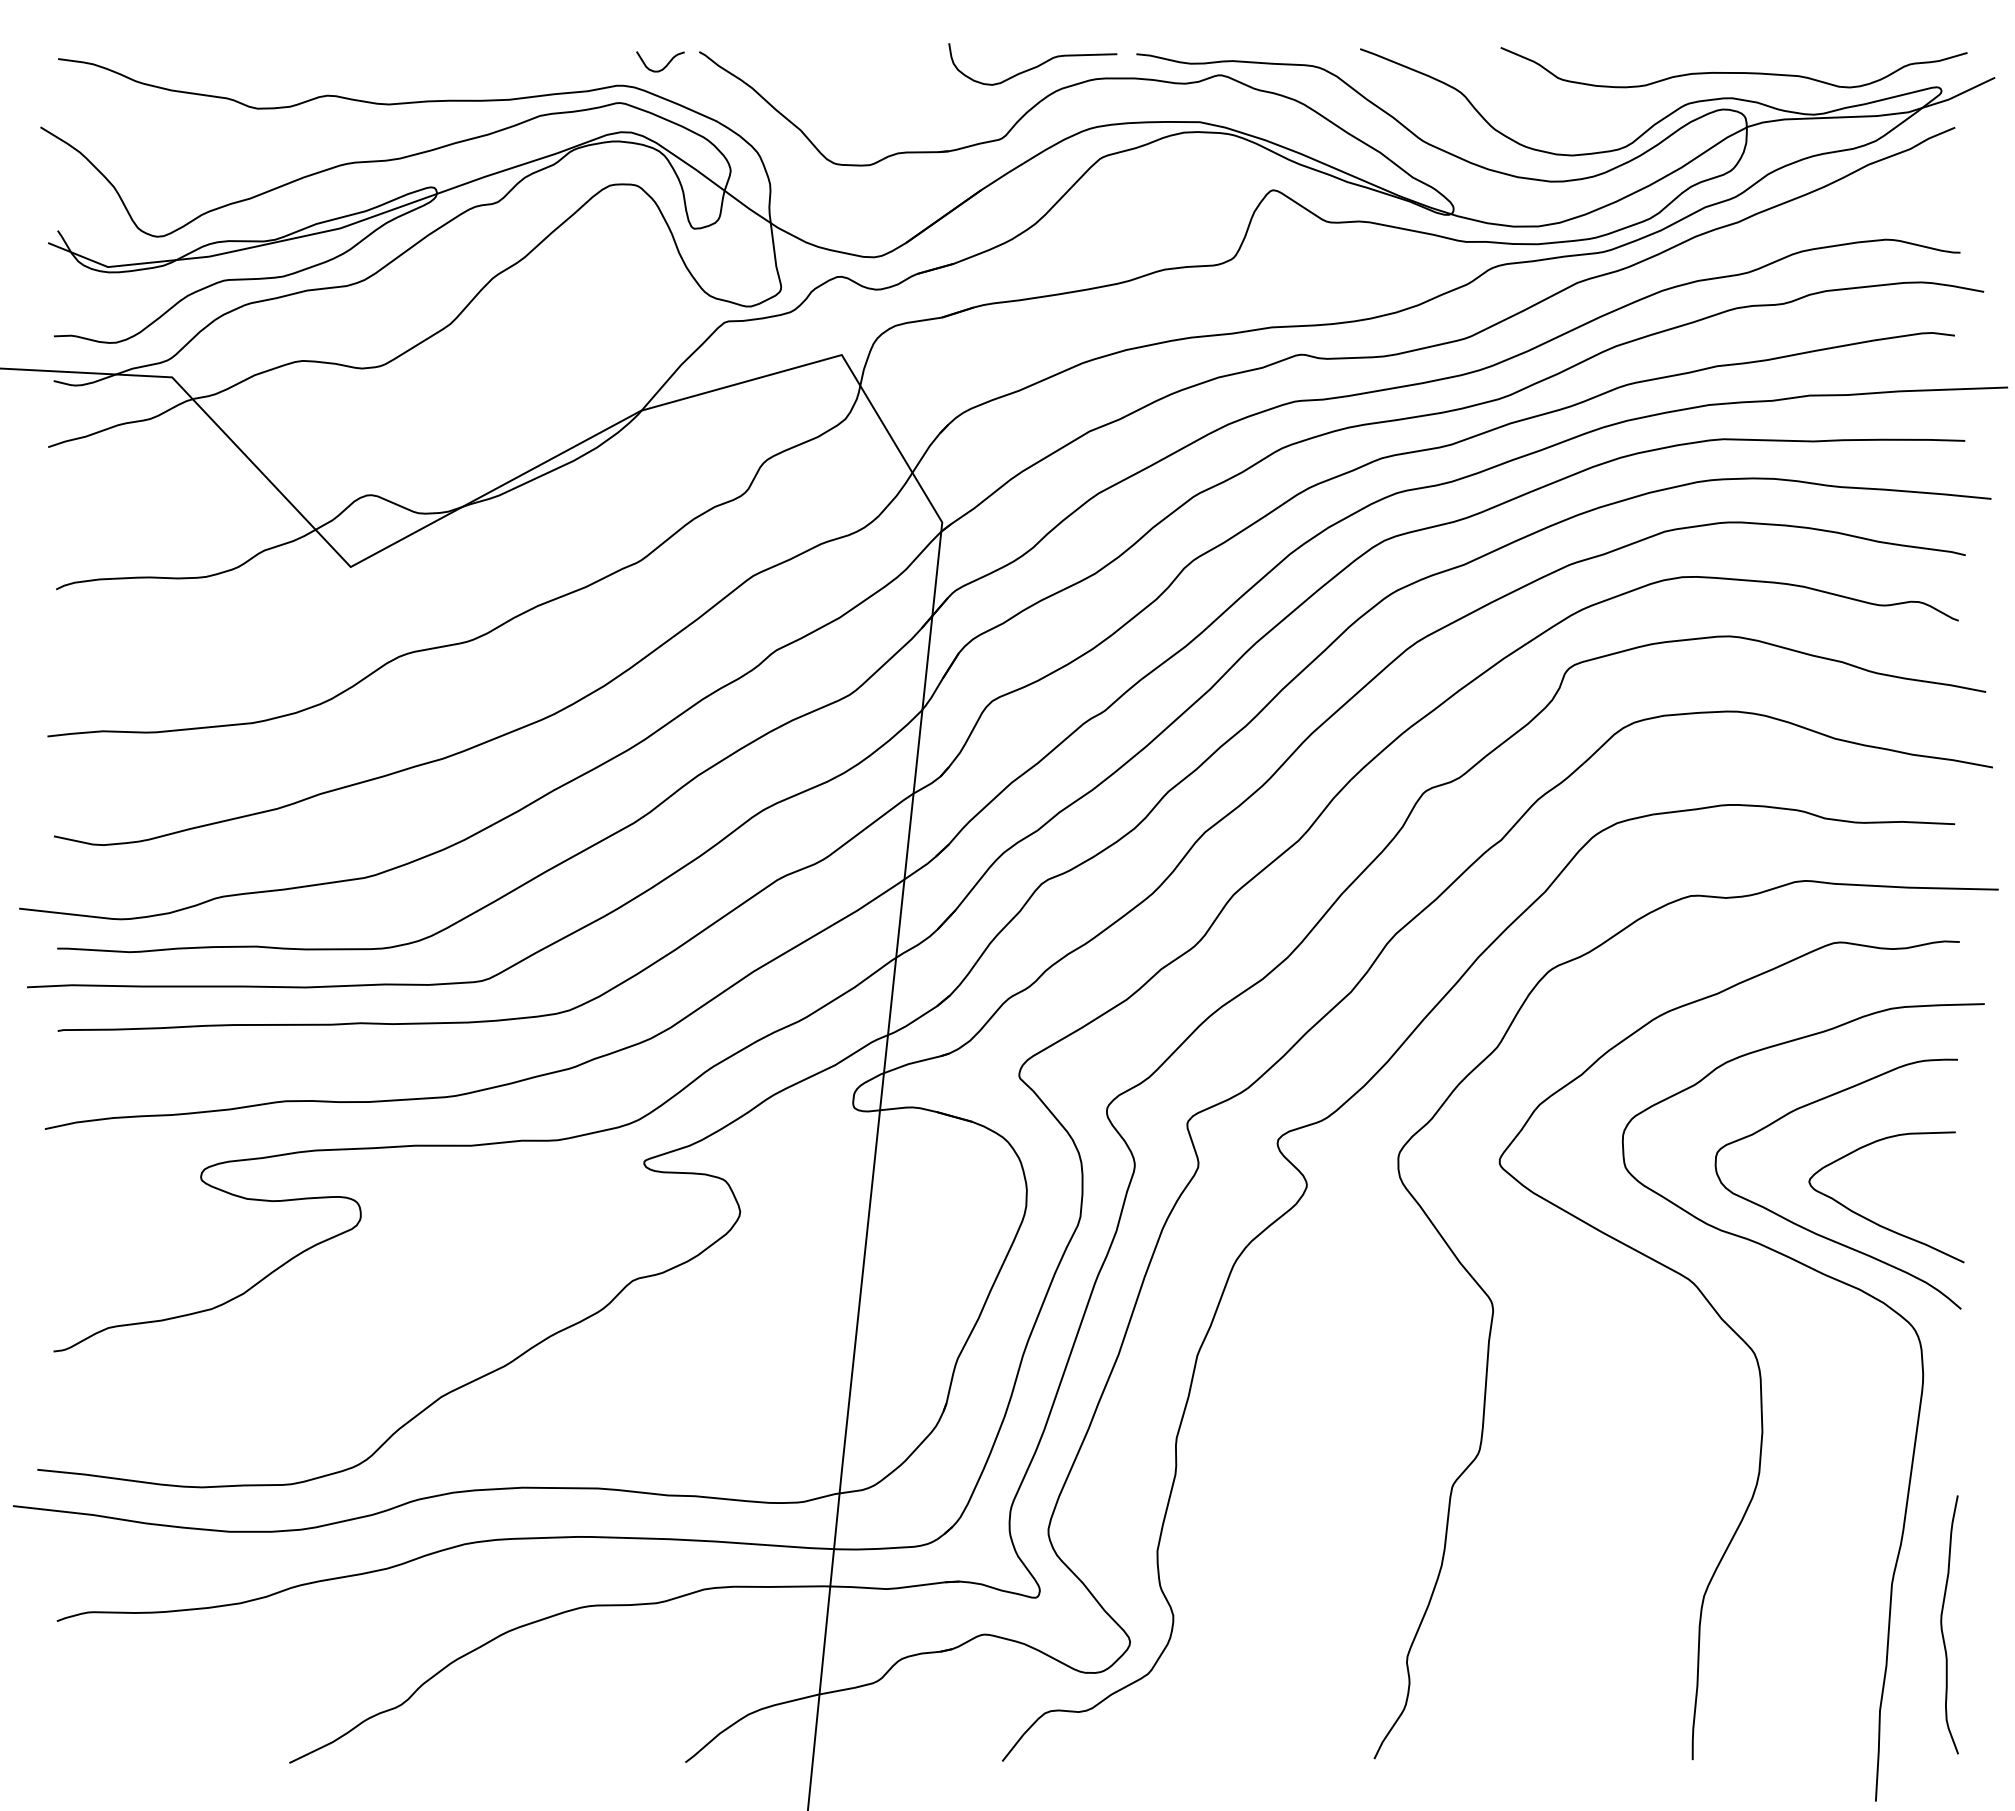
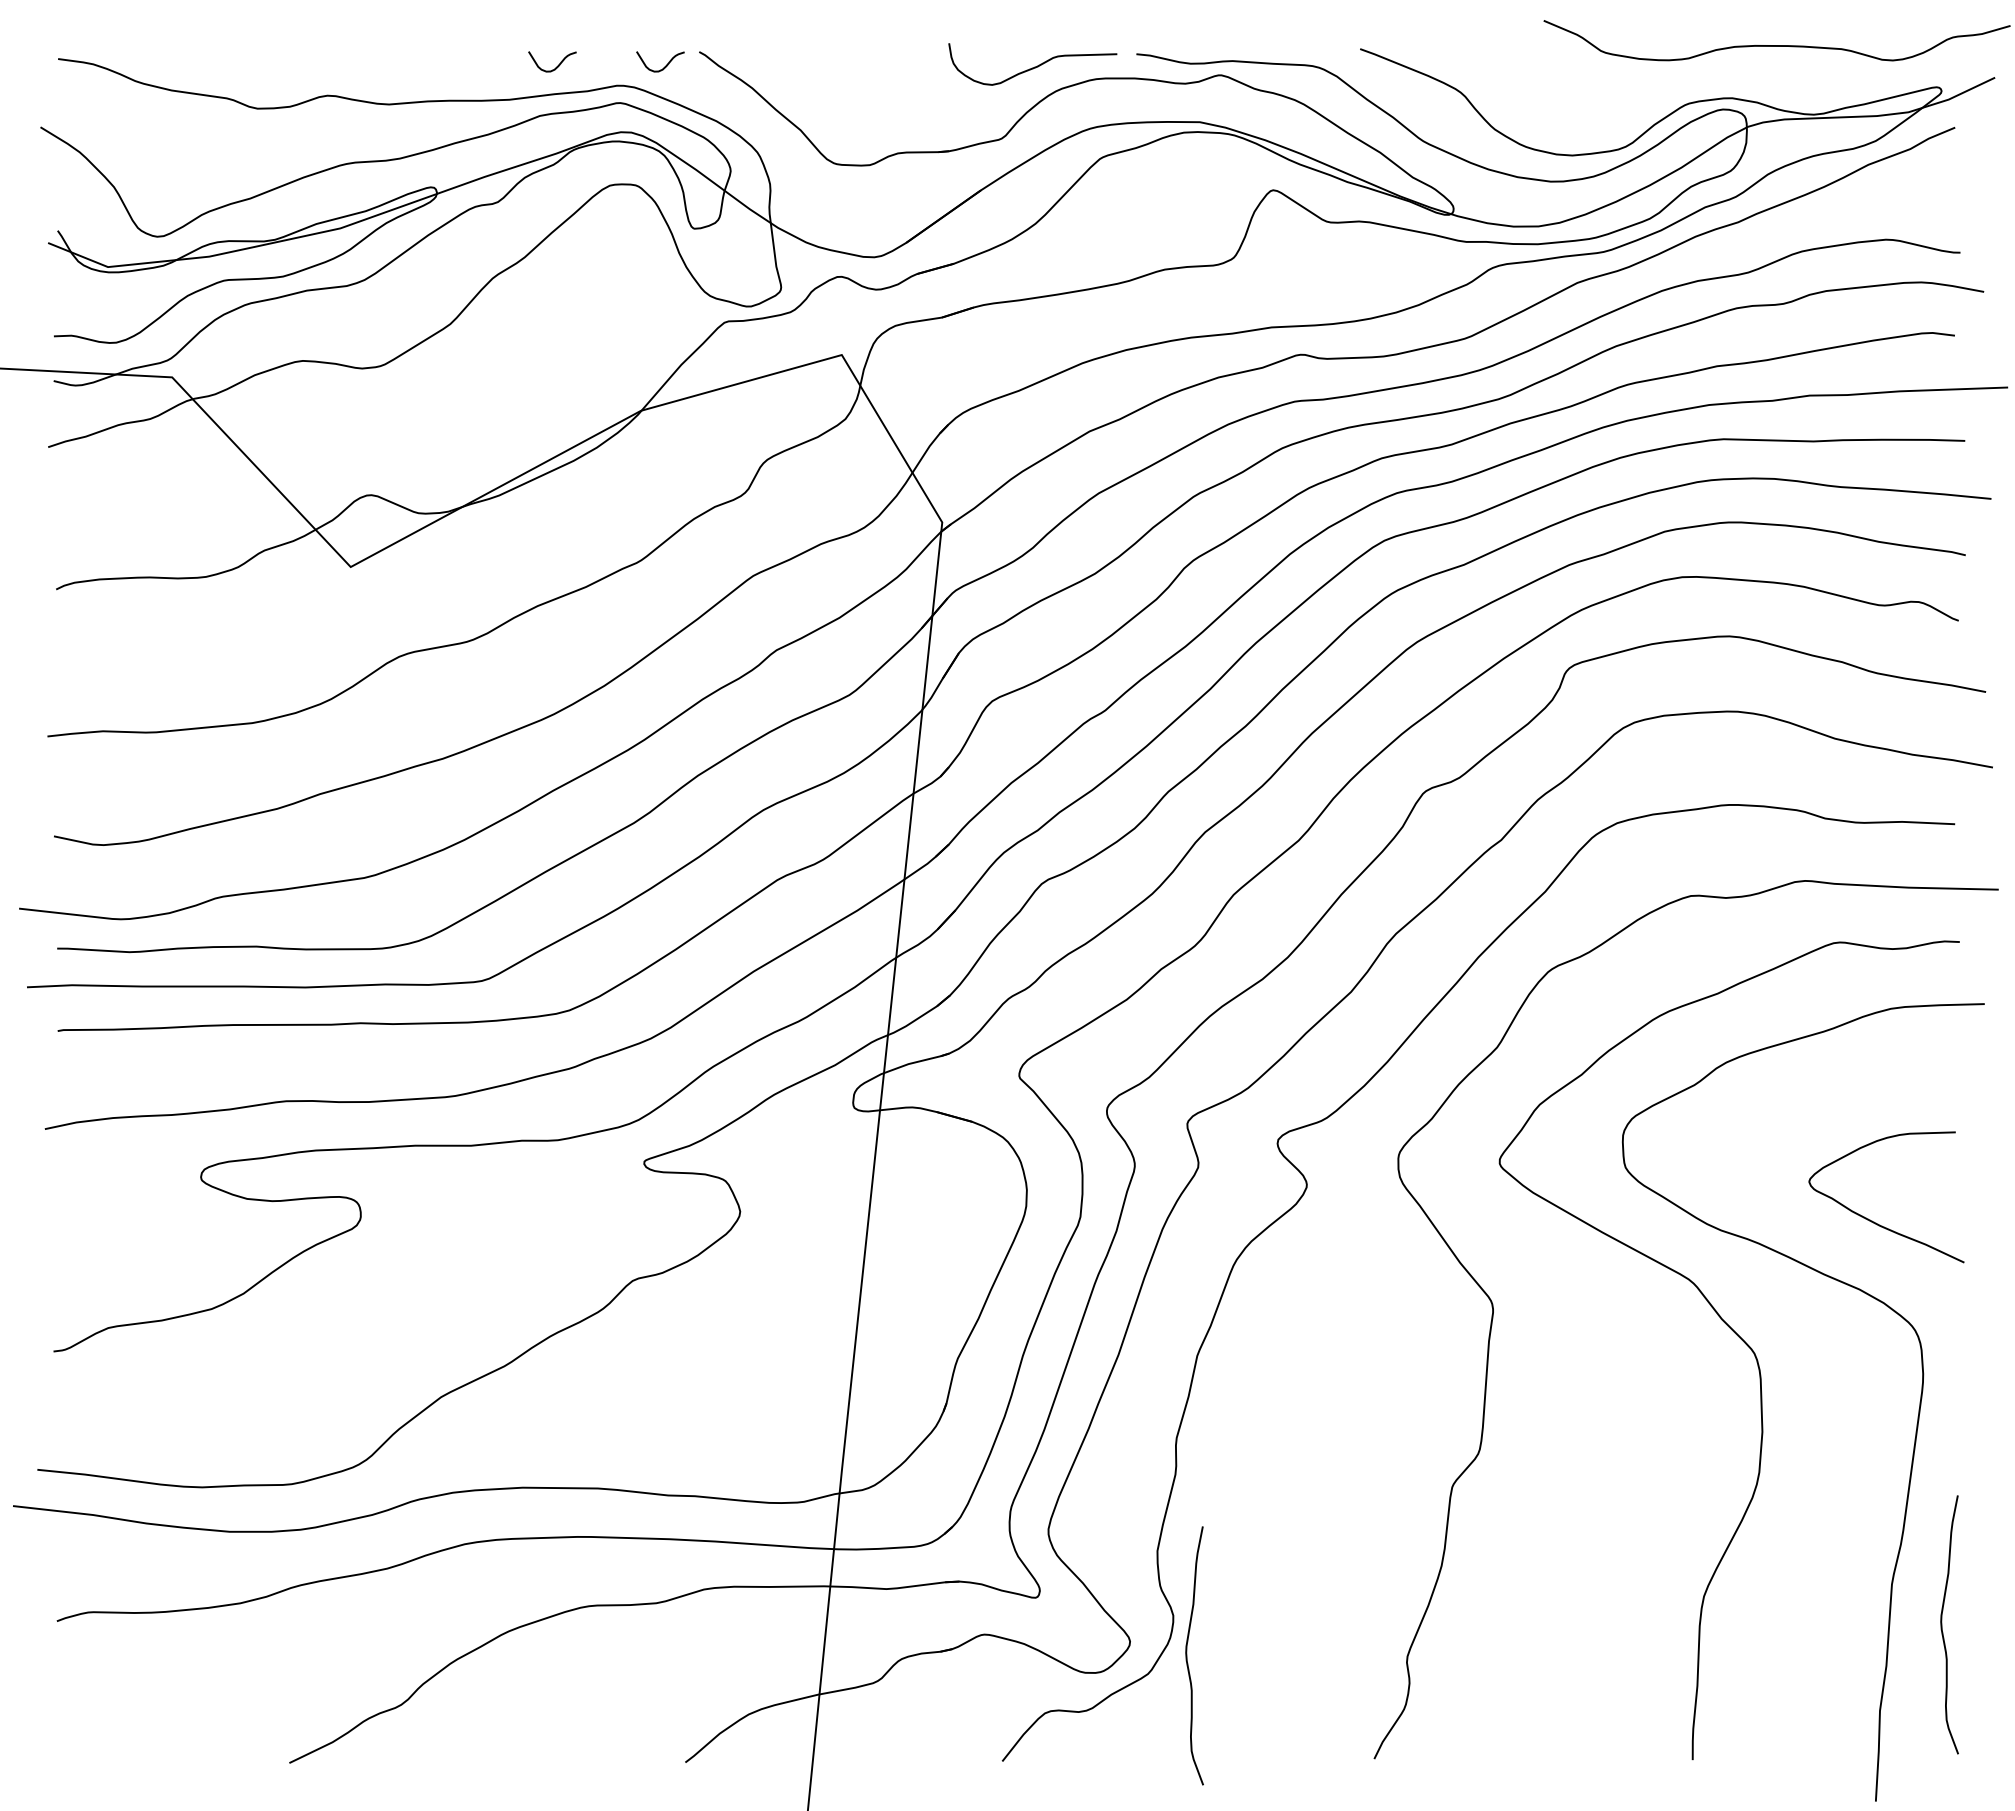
curve at (557, 65): none -> present
curve at (1733, 72) position: (1733, 72) -> (1776, 45)
curve at (1813, 1231): present -> none
curve at (1187, 1655): none -> present
